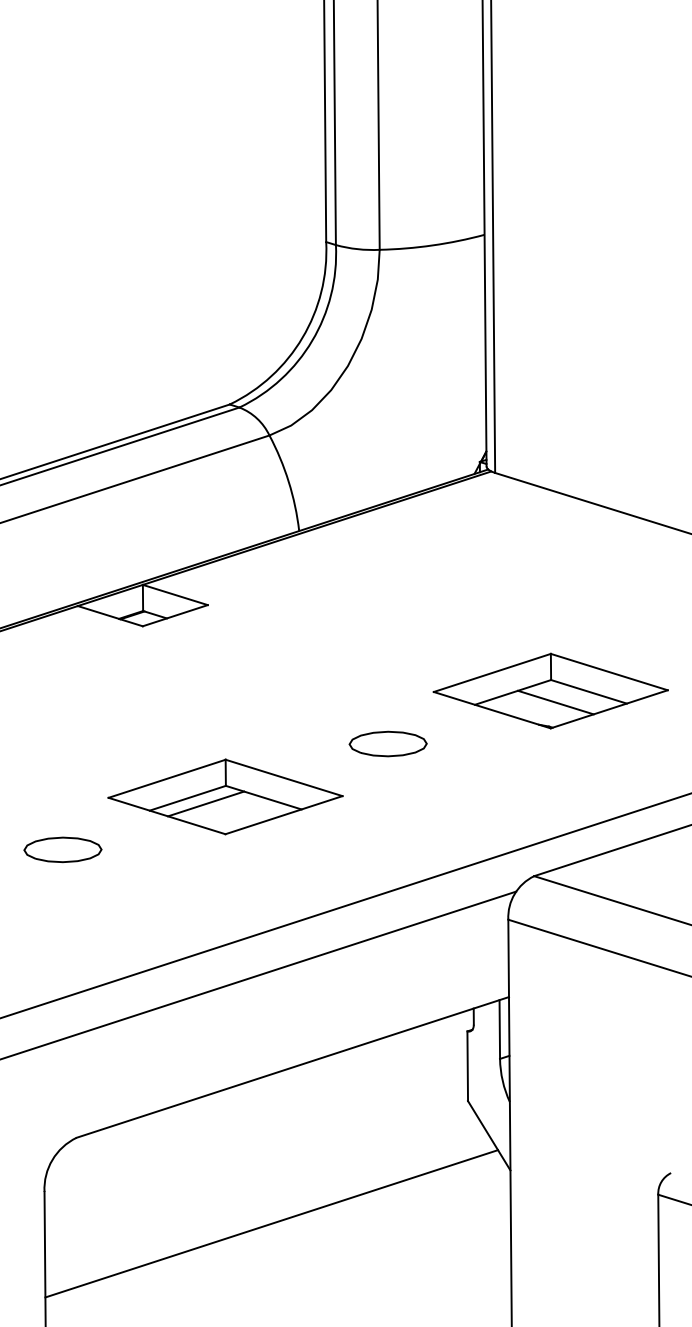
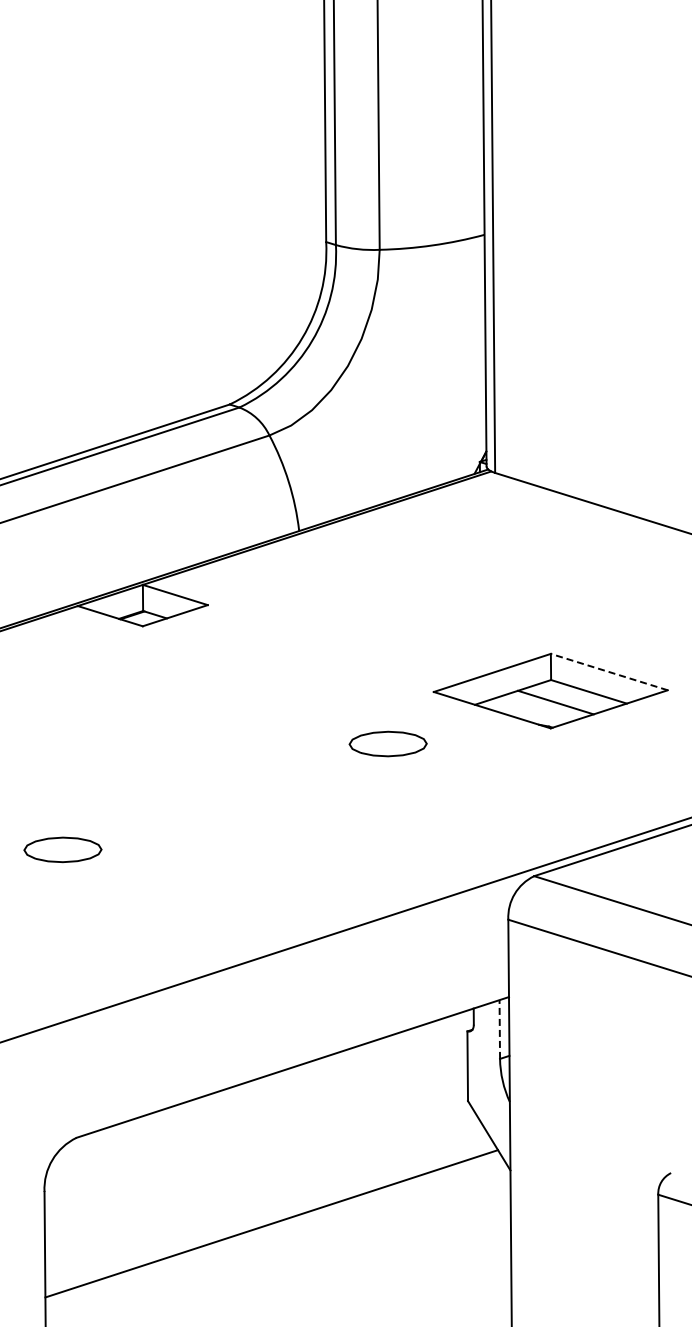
line at (608, 671): solid -> dashed
part at (225, 796): present -> none
line at (345, 905) position: (345, 905) -> (345, 929)
line at (259, 974): present -> none
line at (499, 1029): solid -> dashed
